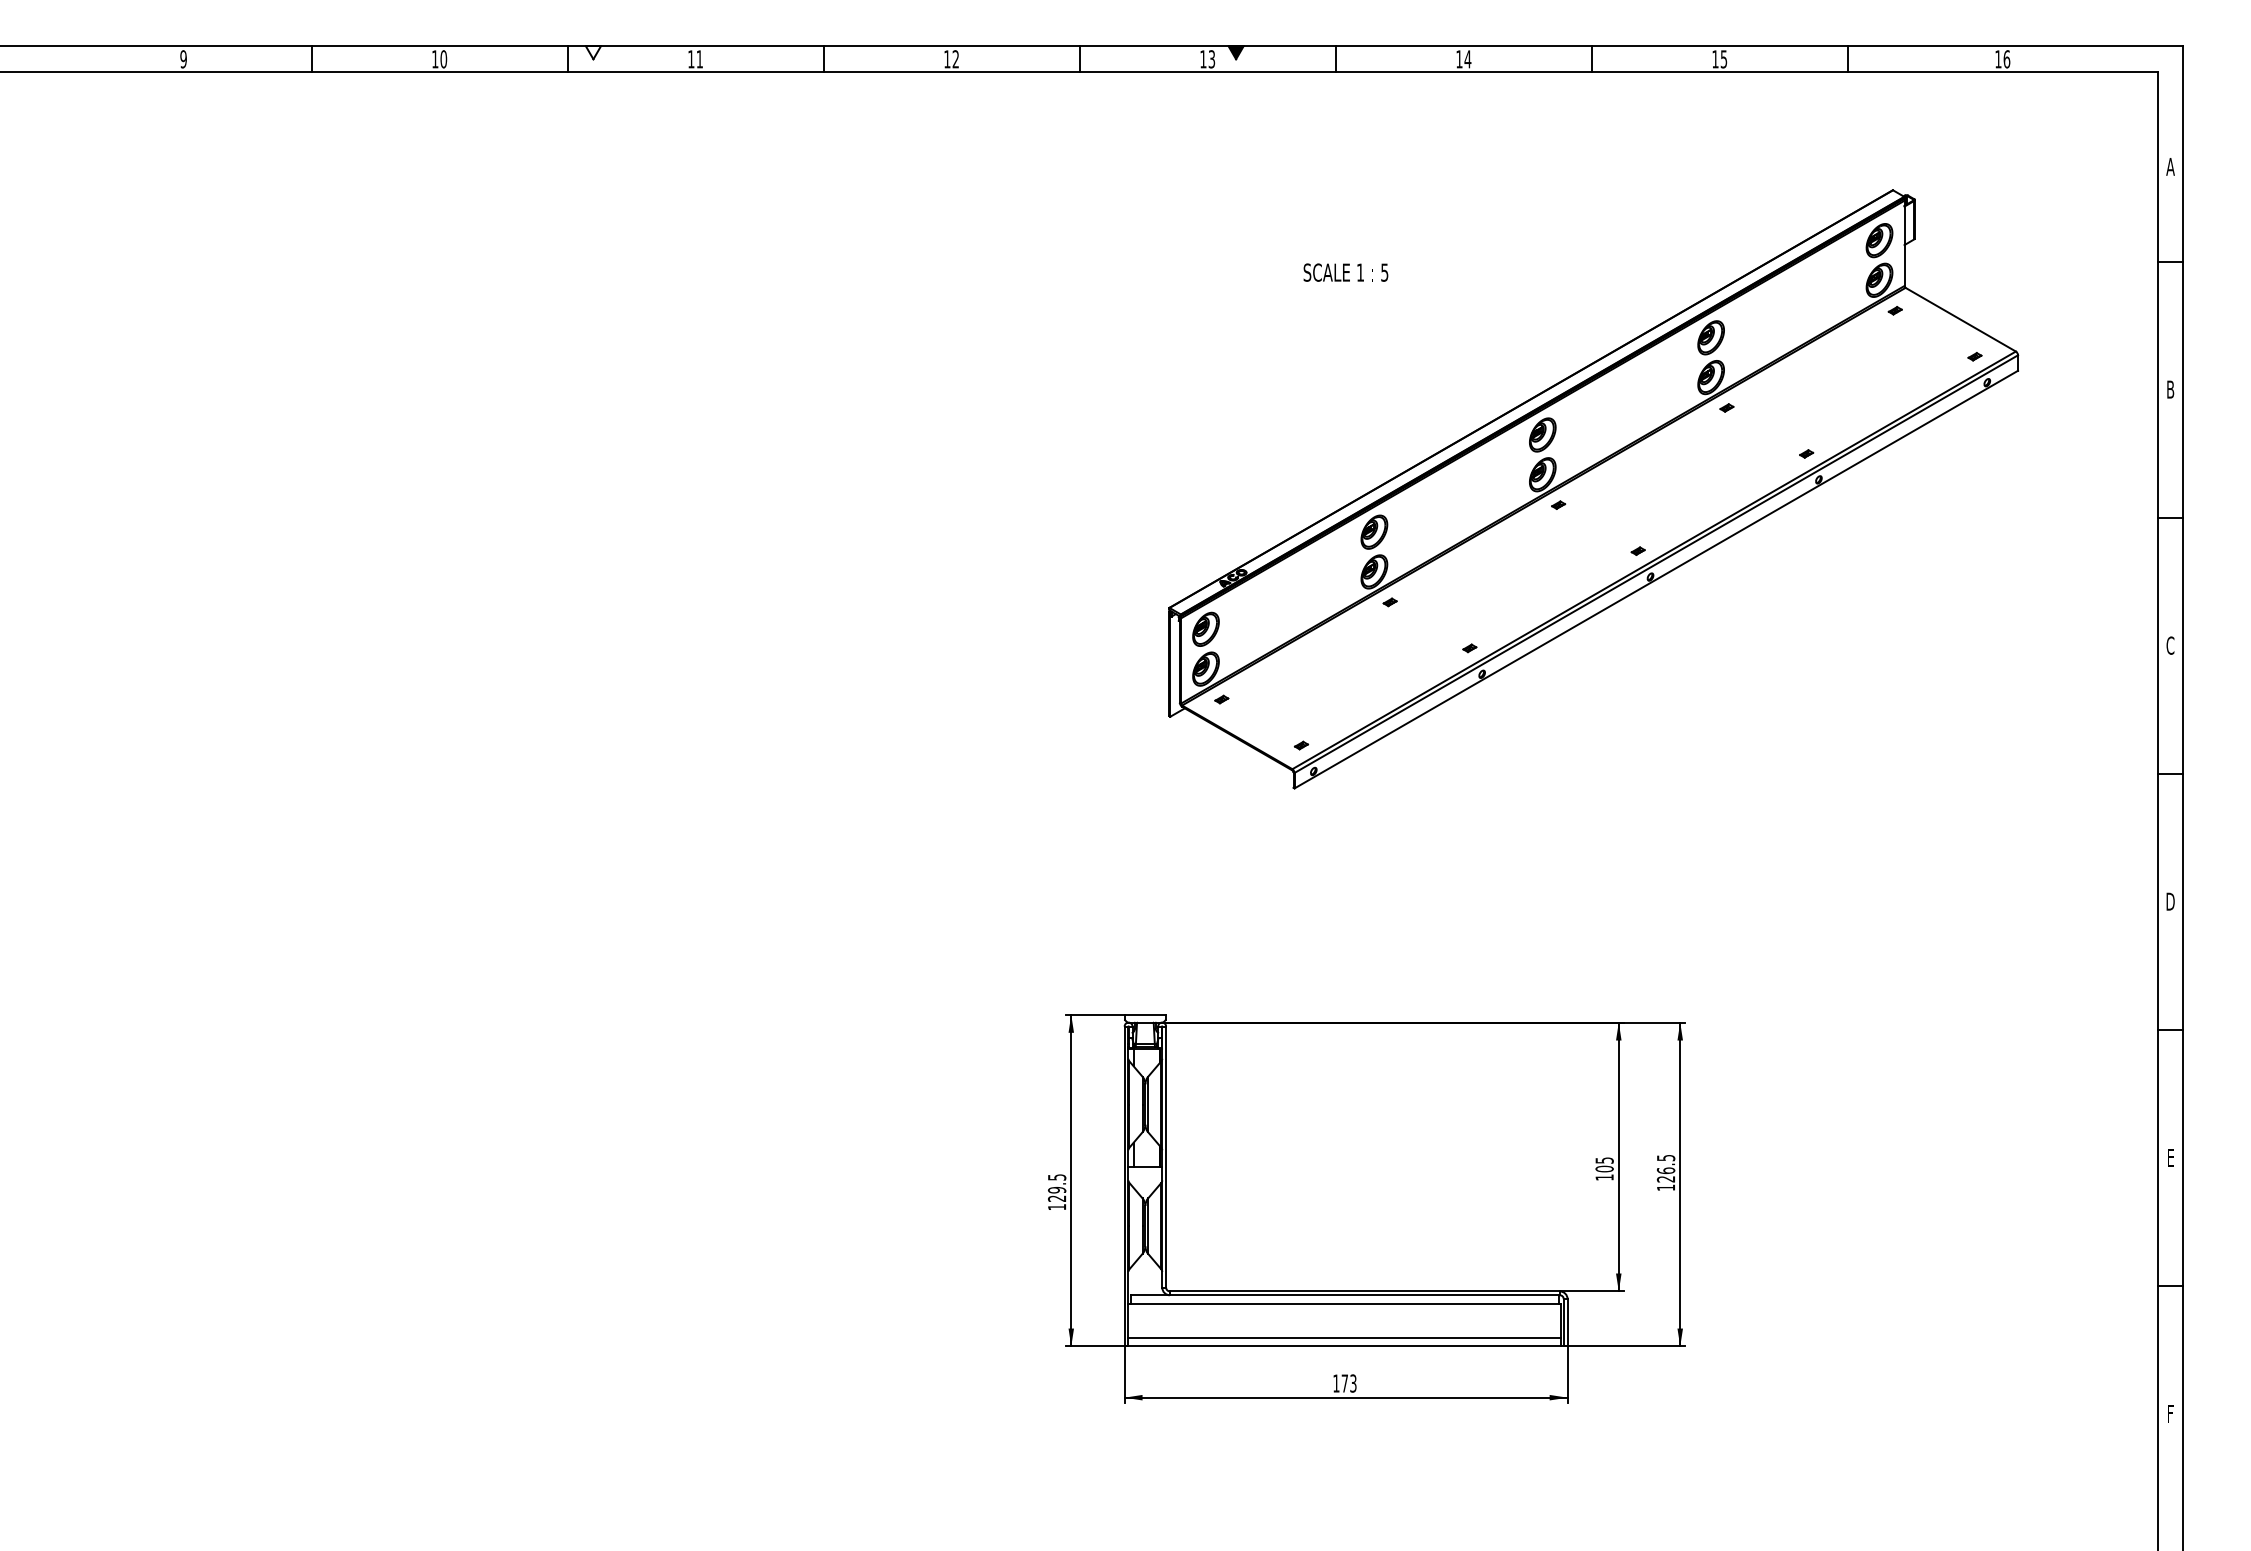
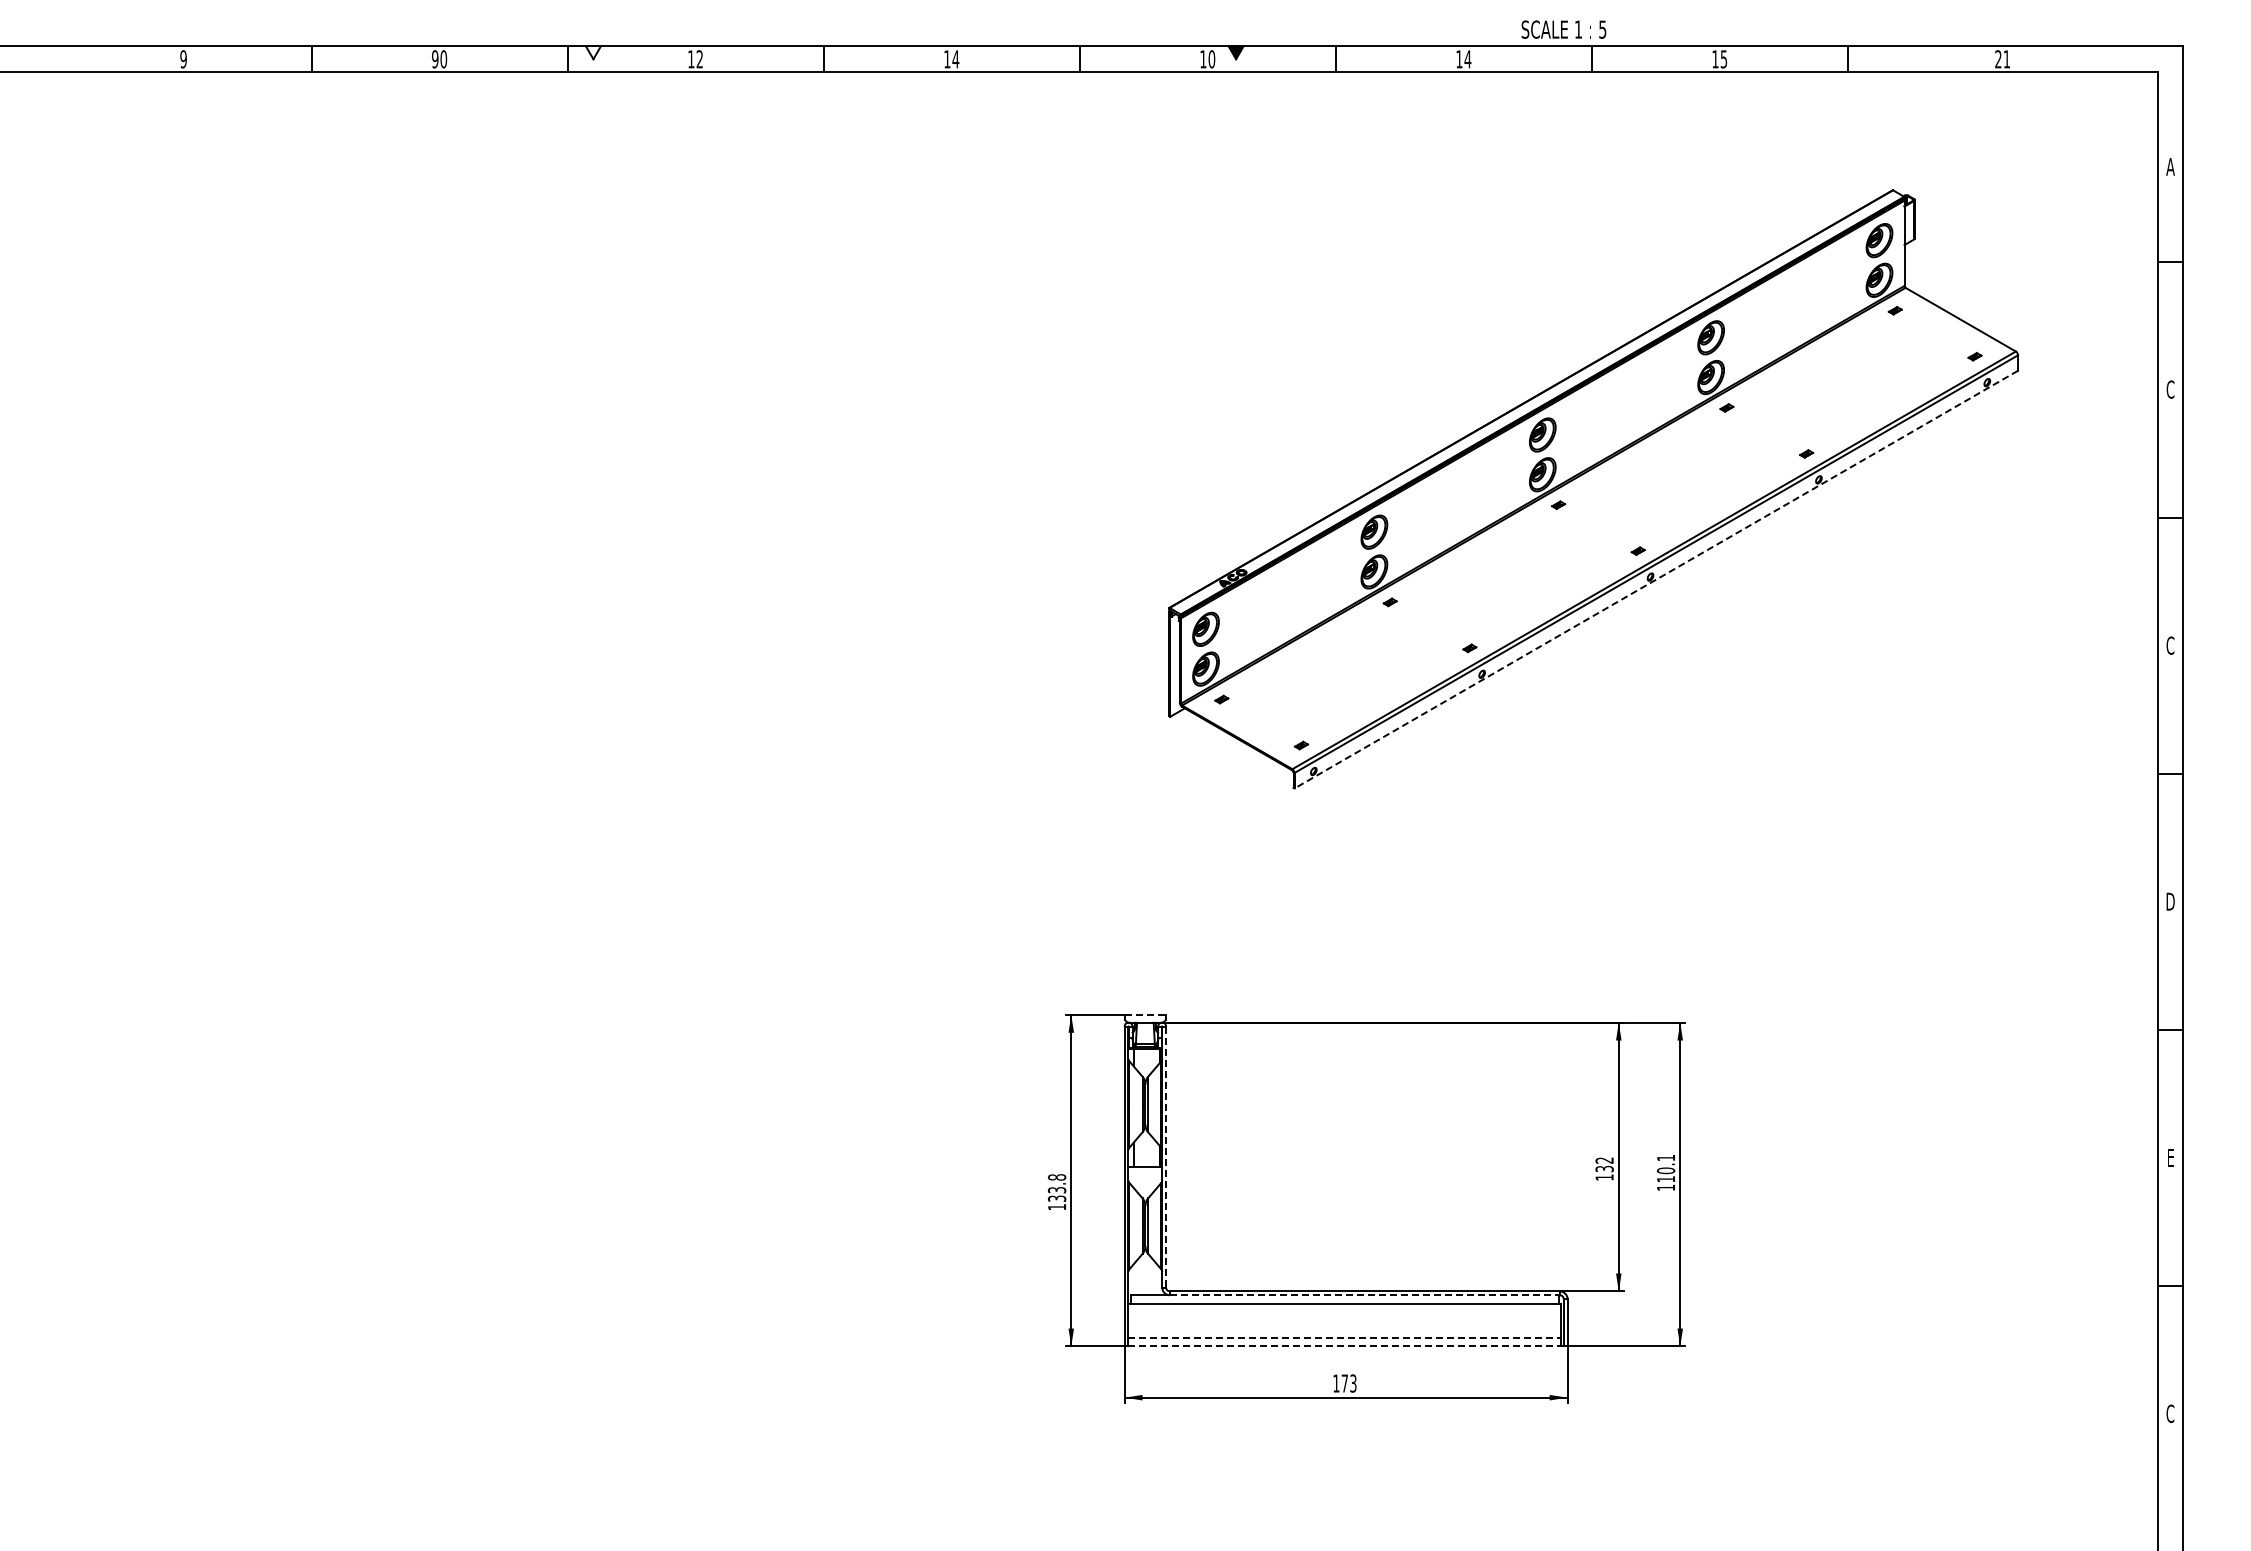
text at (435, 59): 10 -> 90
text at (699, 59): 11 -> 12
text at (955, 59): 12 -> 14
text at (1211, 59): 13 -> 10
text at (2002, 59): 16 -> 21
text at (1345, 272) position: (1345, 272) -> (1563, 29)
text at (2170, 389): B -> C
line at (1656, 579): solid -> dashed
line at (1145, 1014): solid -> dashed
line at (1166, 1157): solid -> dashed
text at (1604, 1164): 105 -> 132
text at (1665, 1168): 126.5 -> 110.1
text at (1056, 1187): 129.5 -> 133.8
line at (1364, 1295): solid -> dashed
line at (1345, 1337): solid -> dashed
line at (1345, 1346): solid -> dashed
text at (2170, 1413): F -> C
